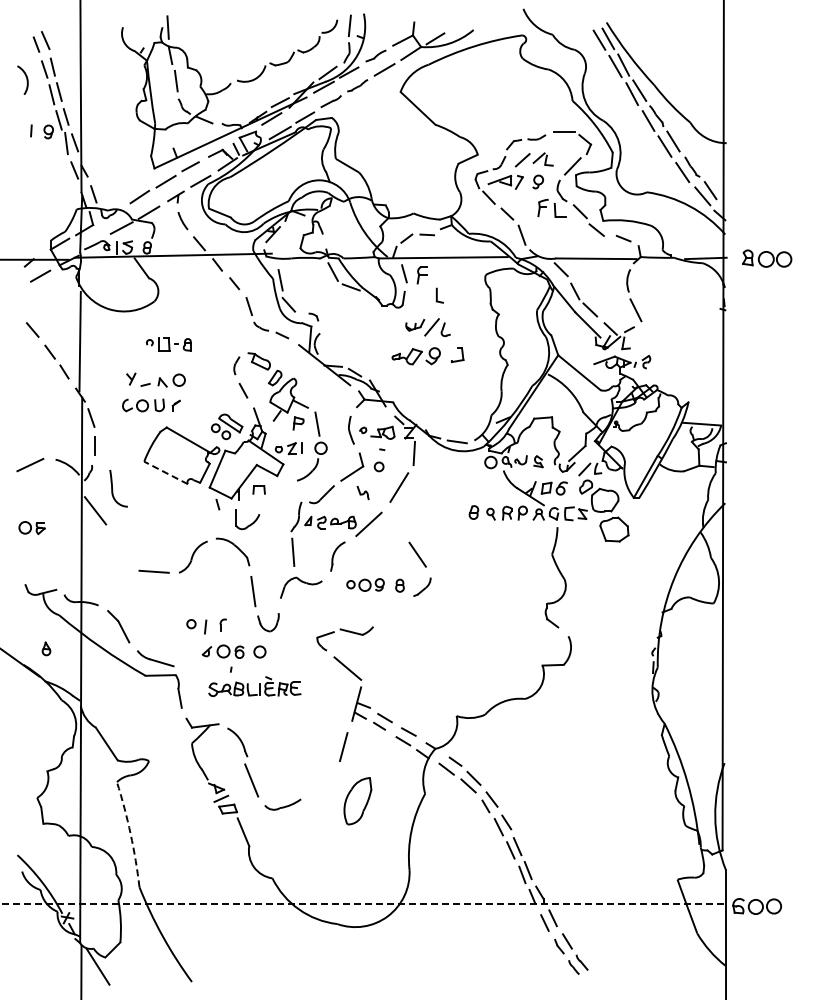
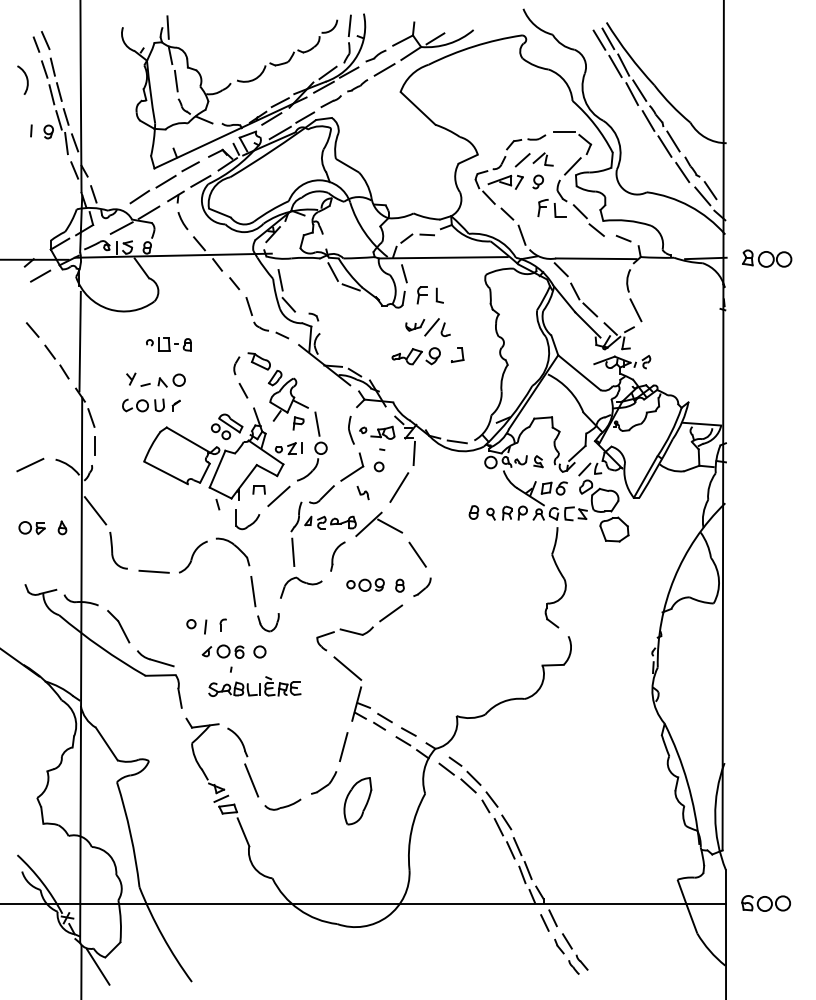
part at (421, 275) position: (421, 275) -> (421, 295)
line at (166, 472): dashed -> solid
part at (118, 488) position: (118, 488) -> (118, 550)
line at (278, 496): none -> present
line at (390, 525): none -> present
line at (391, 613): none -> present
part at (46, 648) position: (46, 648) -> (62, 527)
part at (324, 782): none -> present
arc at (130, 834): dashed -> solid
line at (363, 903): dashed -> solid
part at (756, 906) position: (756, 906) -> (765, 903)
